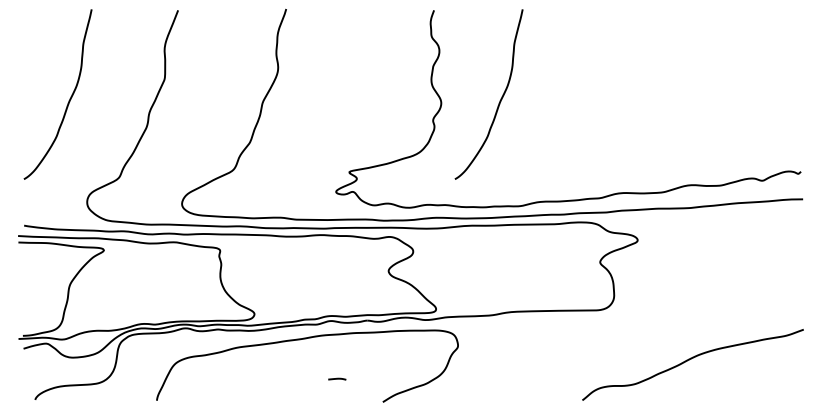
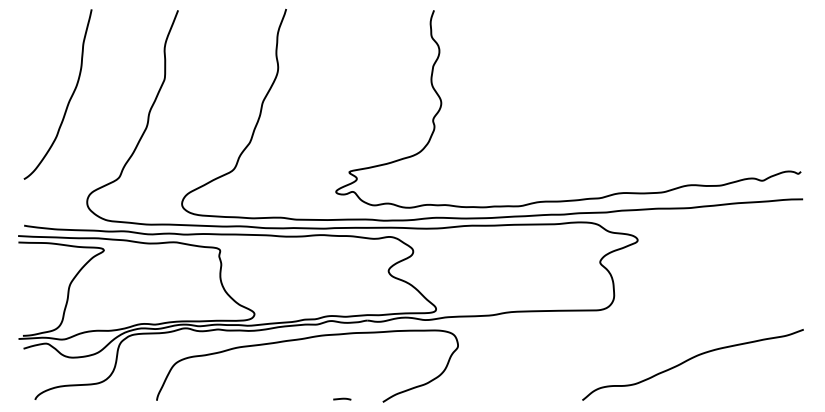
curve at (499, 100): present -> none
line at (337, 378) position: (337, 378) -> (342, 398)
